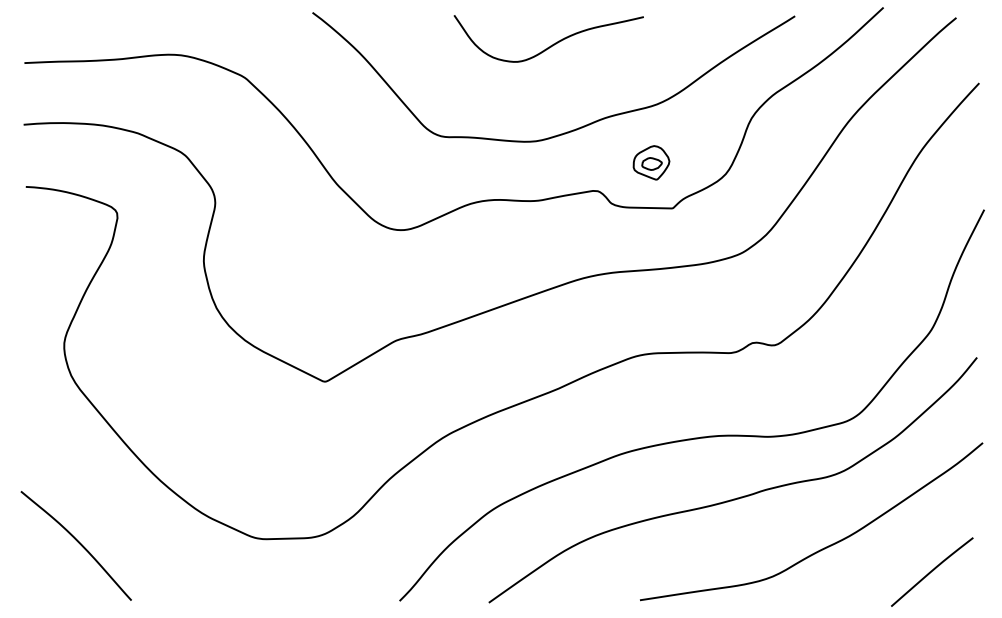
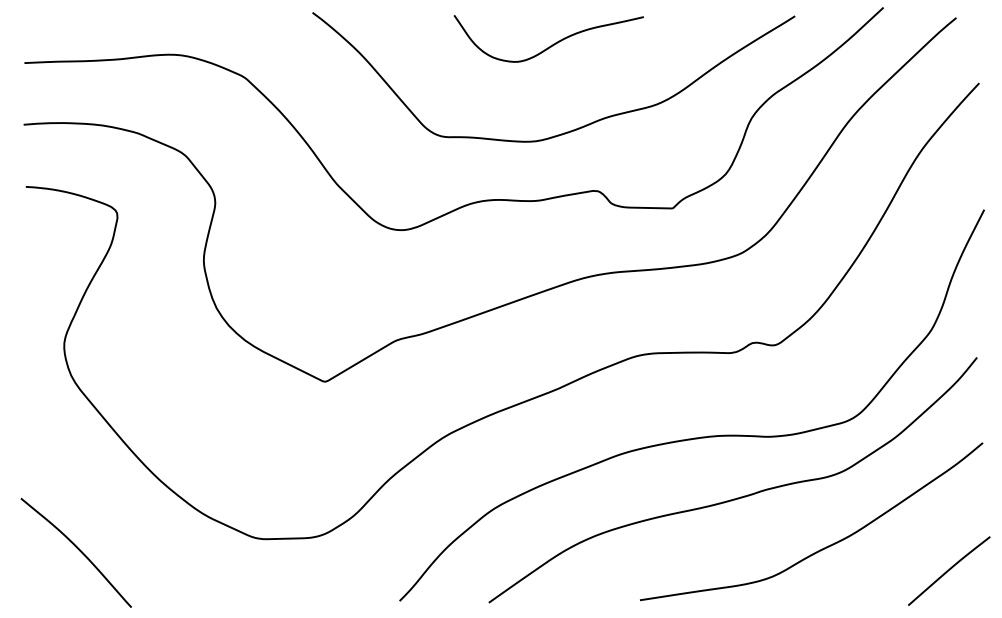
part at (651, 162): present -> none
curve at (77, 542) position: (77, 542) -> (77, 549)
curve at (932, 571) position: (932, 571) -> (949, 570)
